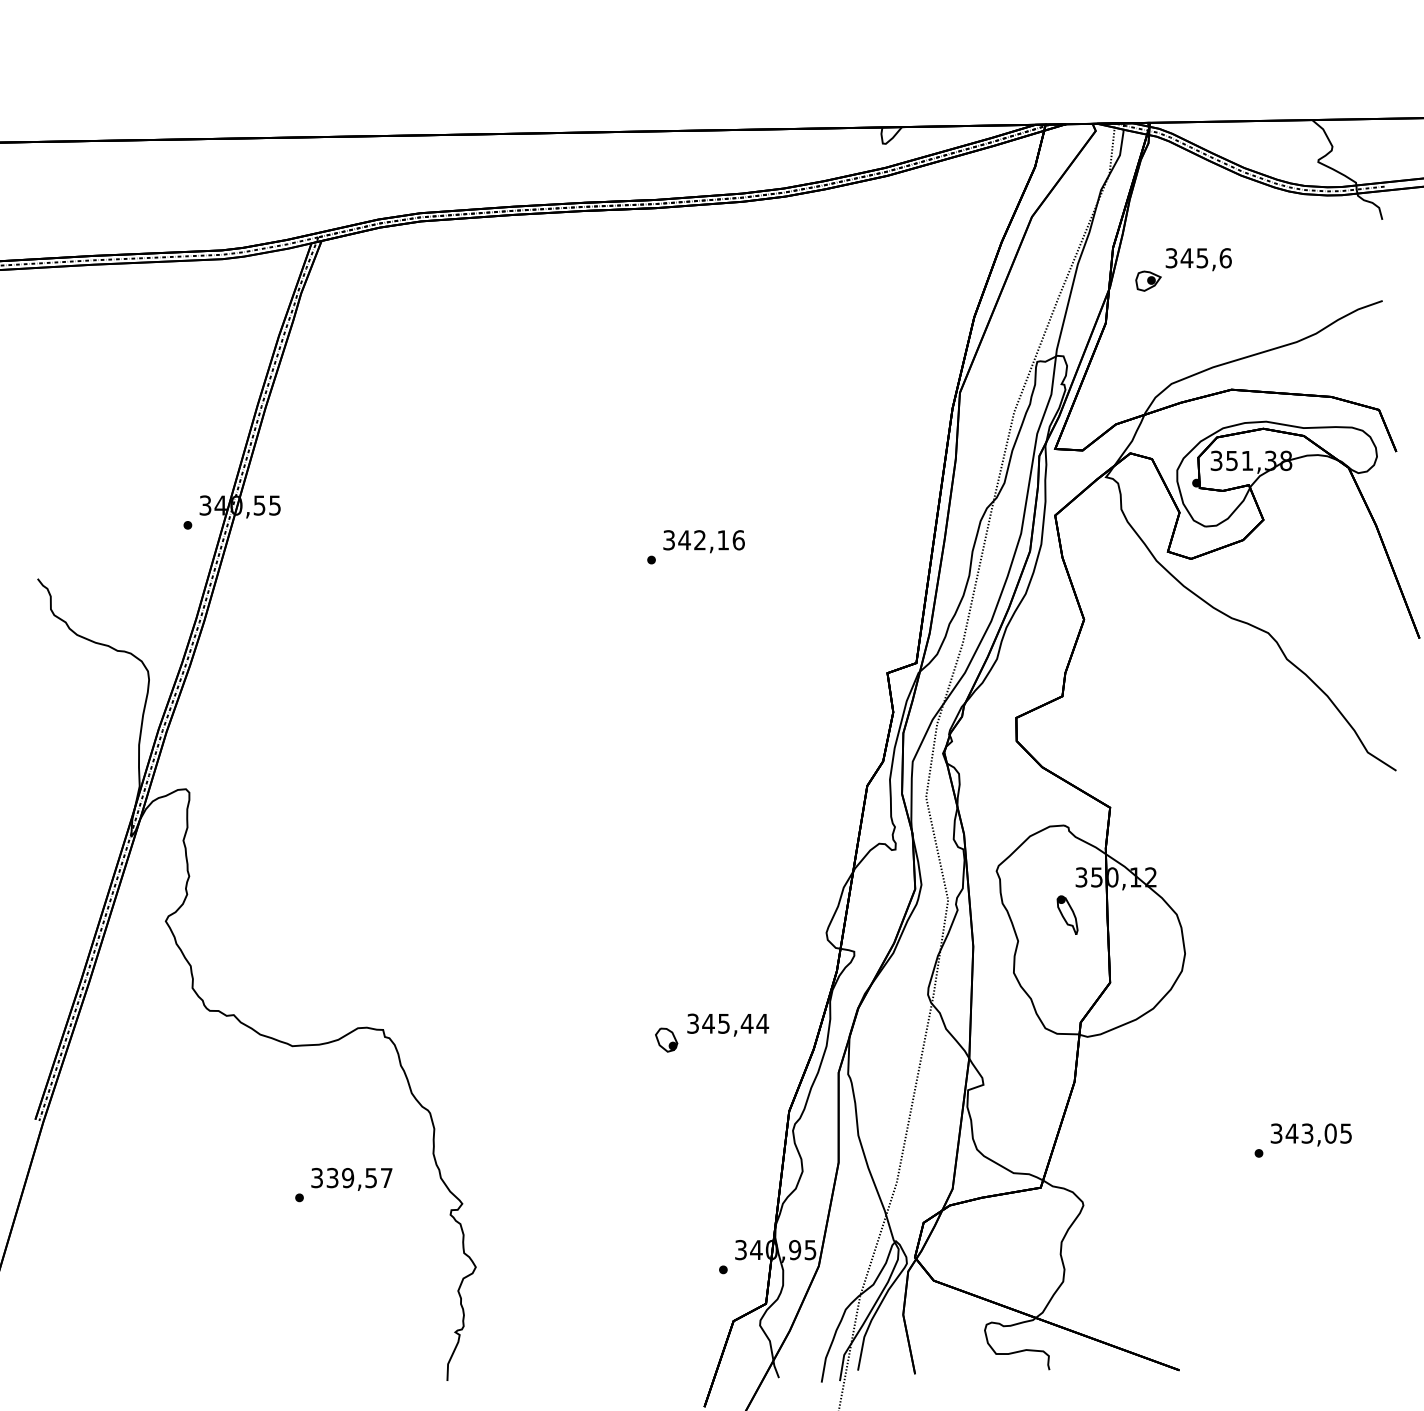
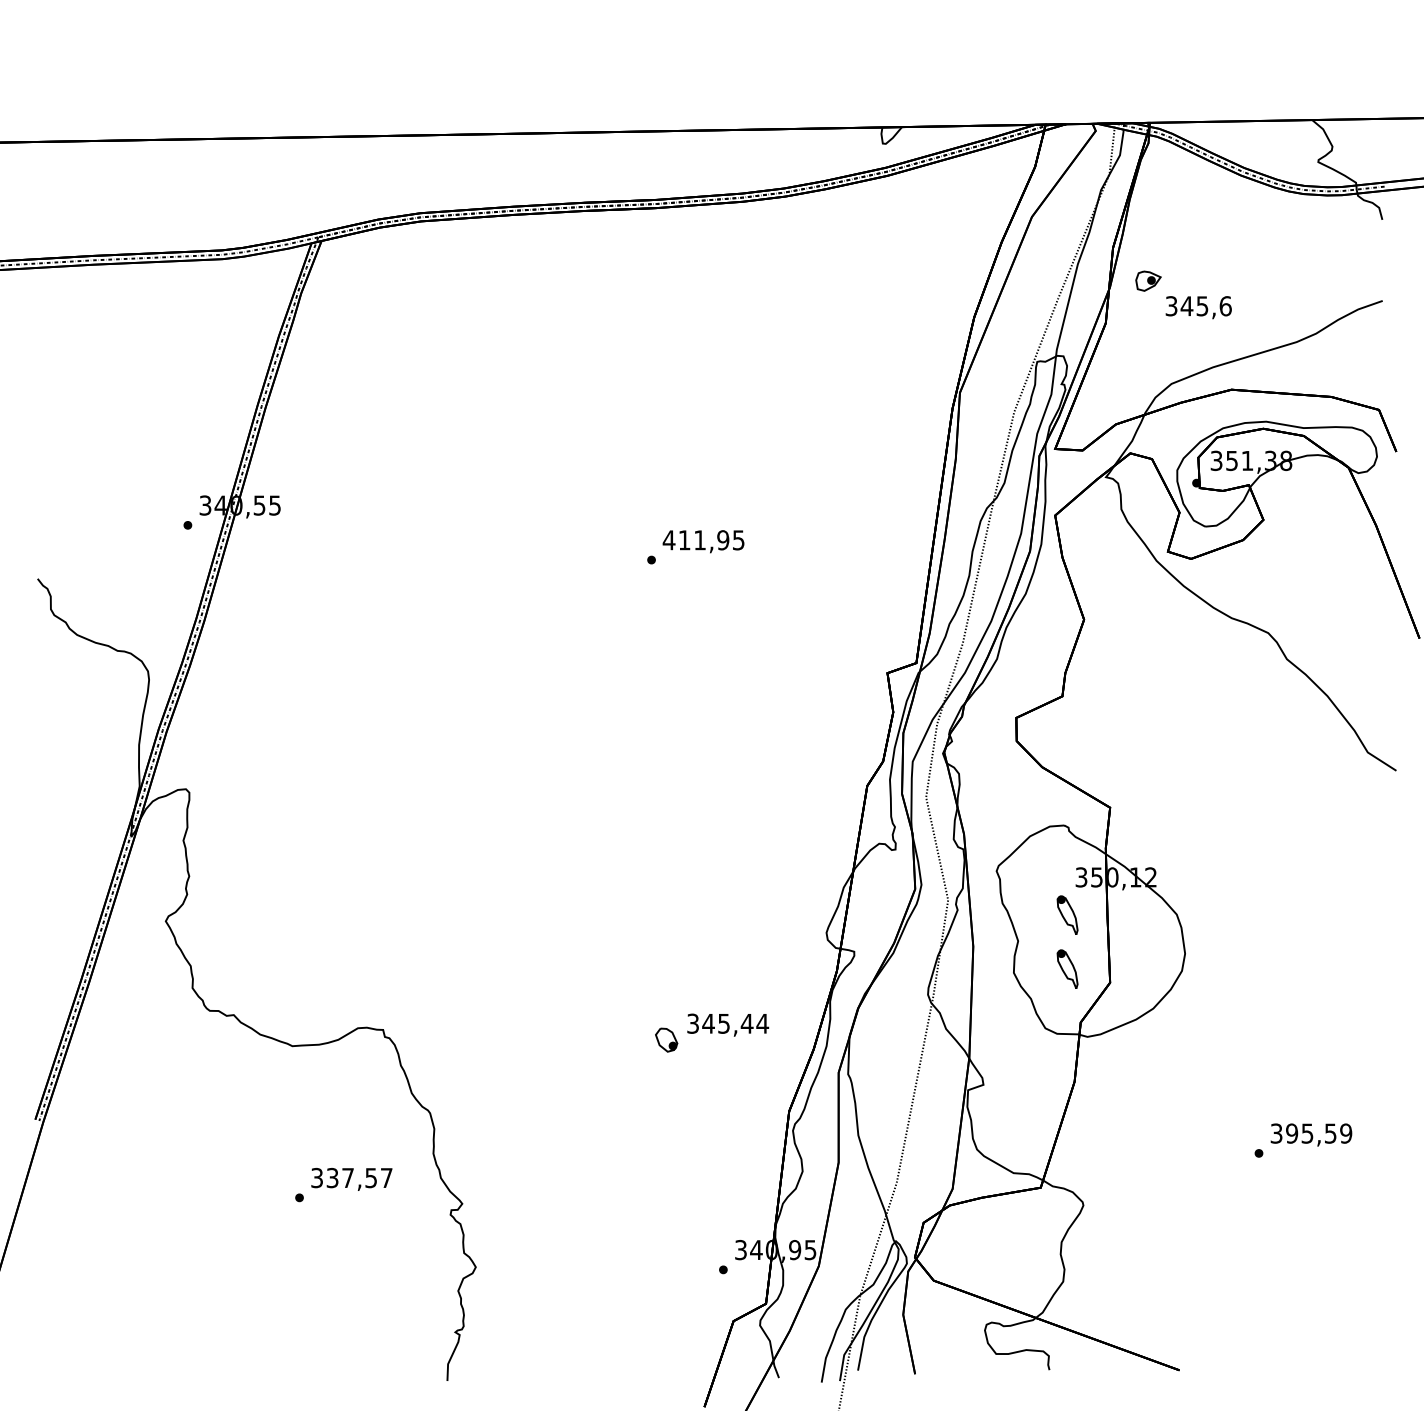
text at (1198, 259) position: (1198, 259) -> (1198, 307)
text at (703, 540): 342,16 -> 411,95
part at (1067, 968): none -> present
text at (1318, 1133): 343,05 -> 395,59
text at (348, 1177): 339,57 -> 337,57
